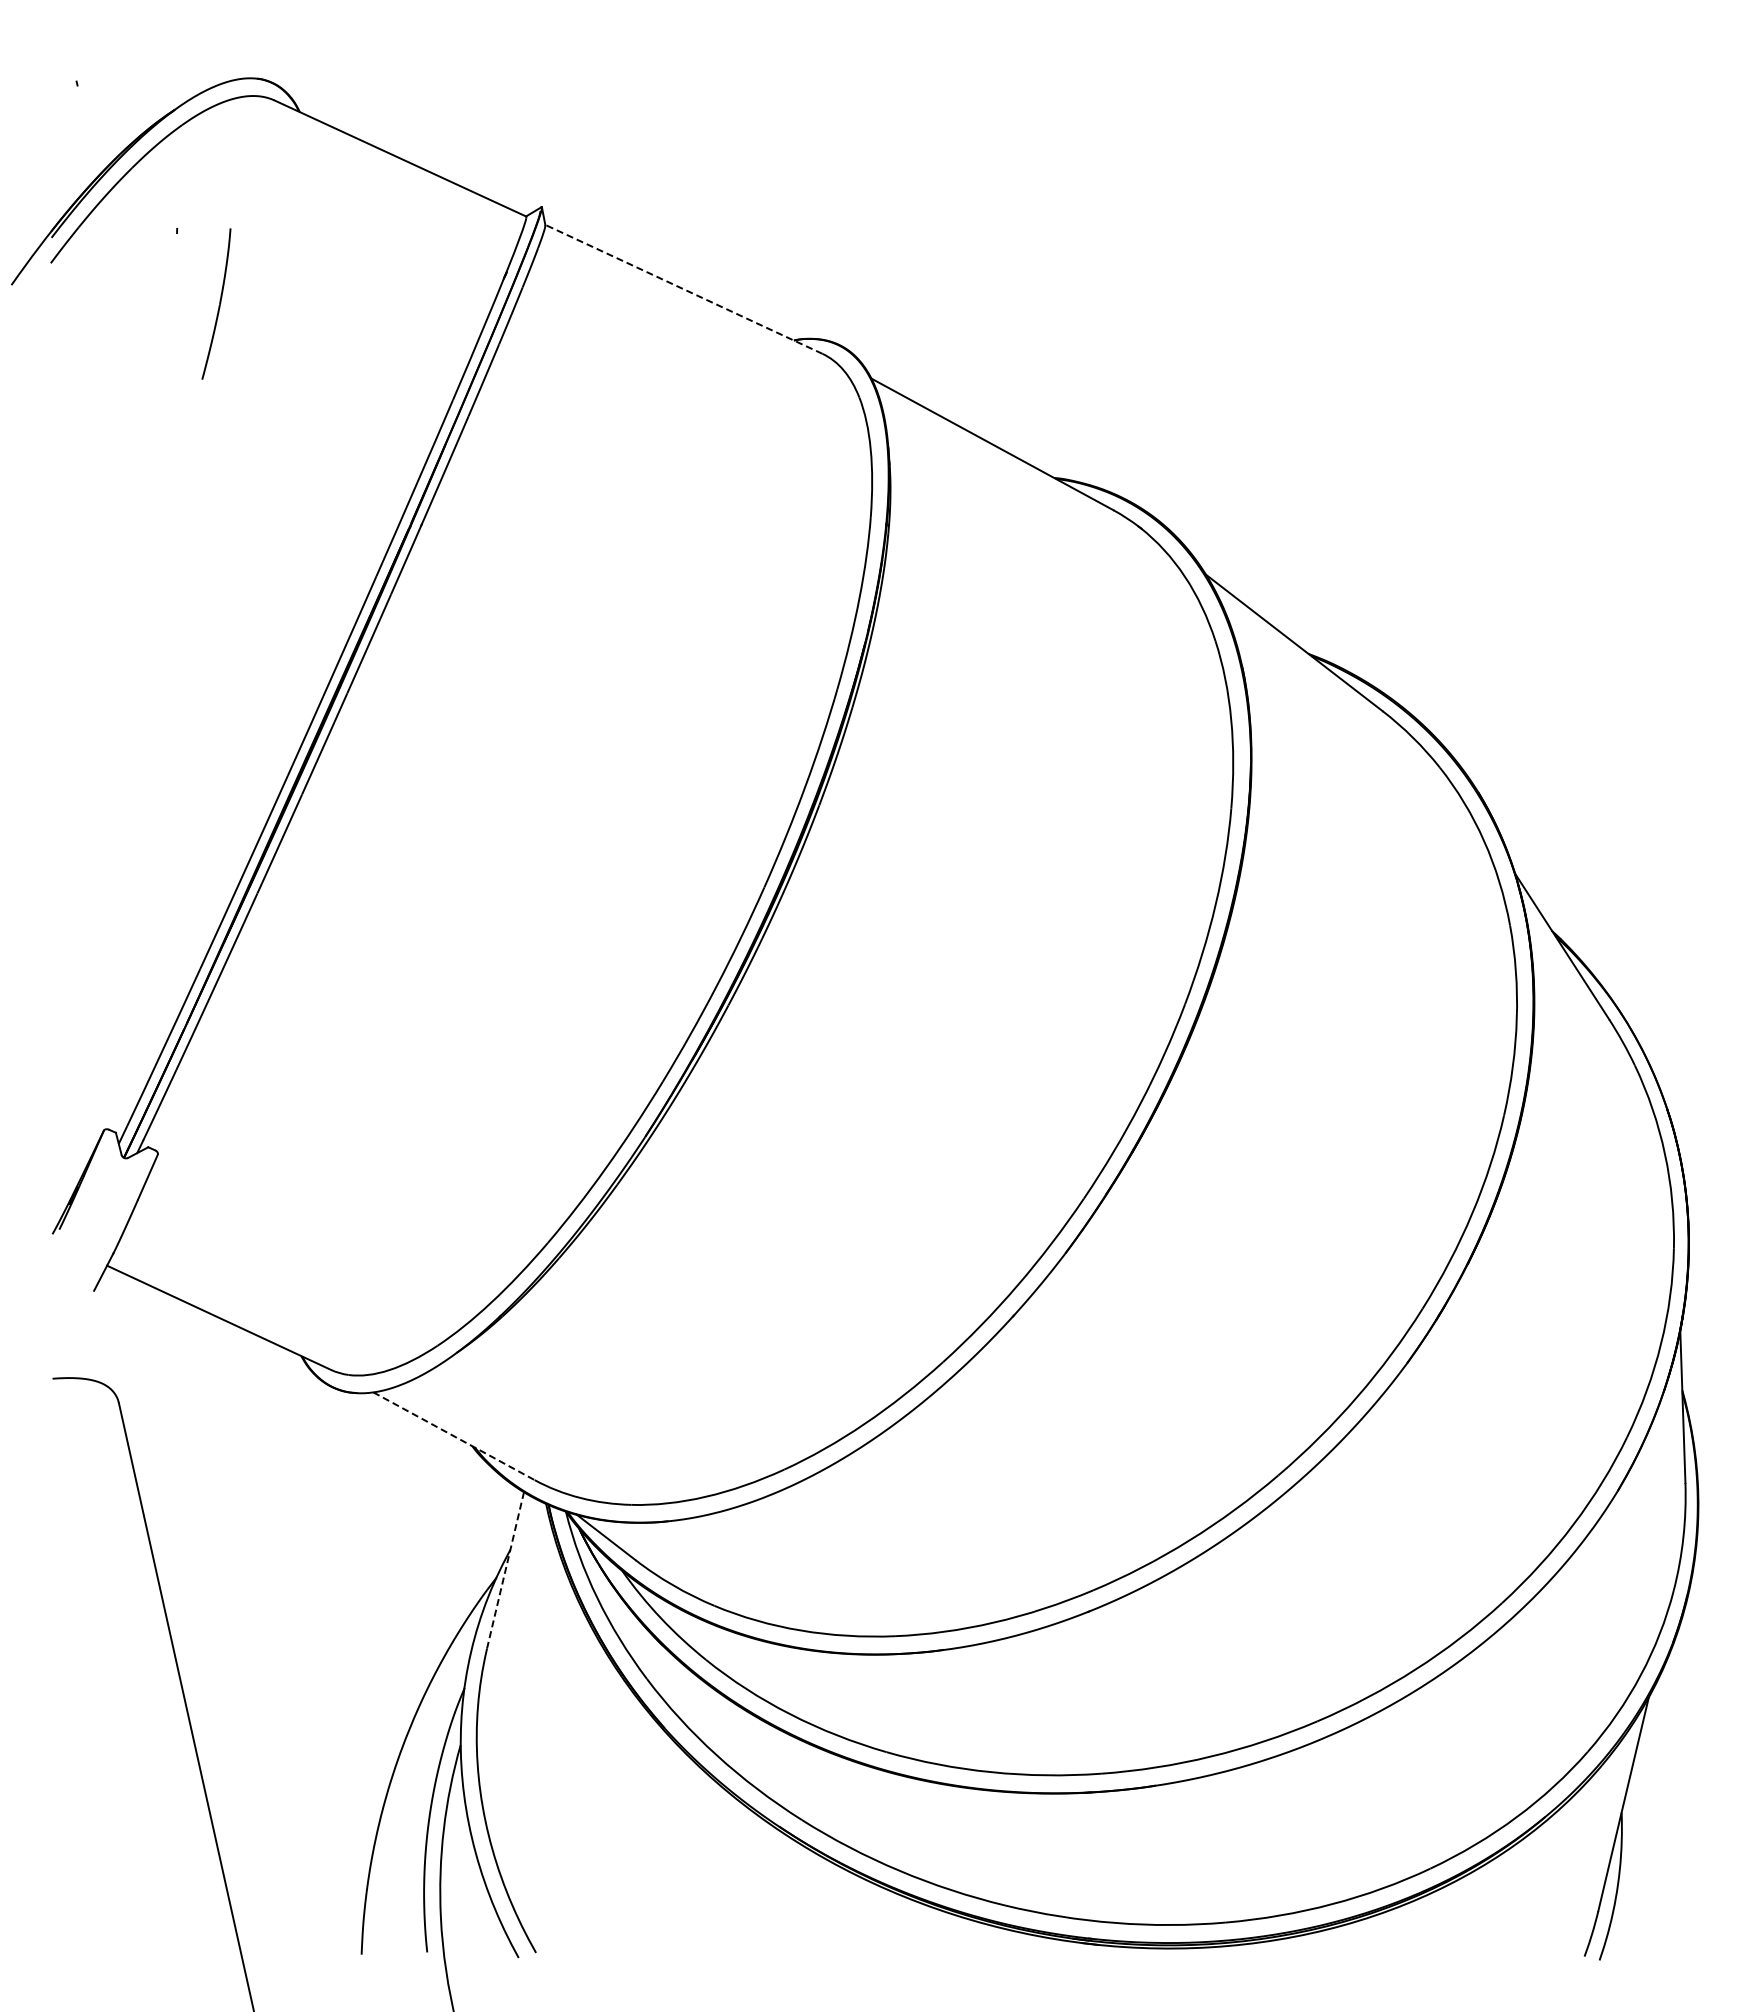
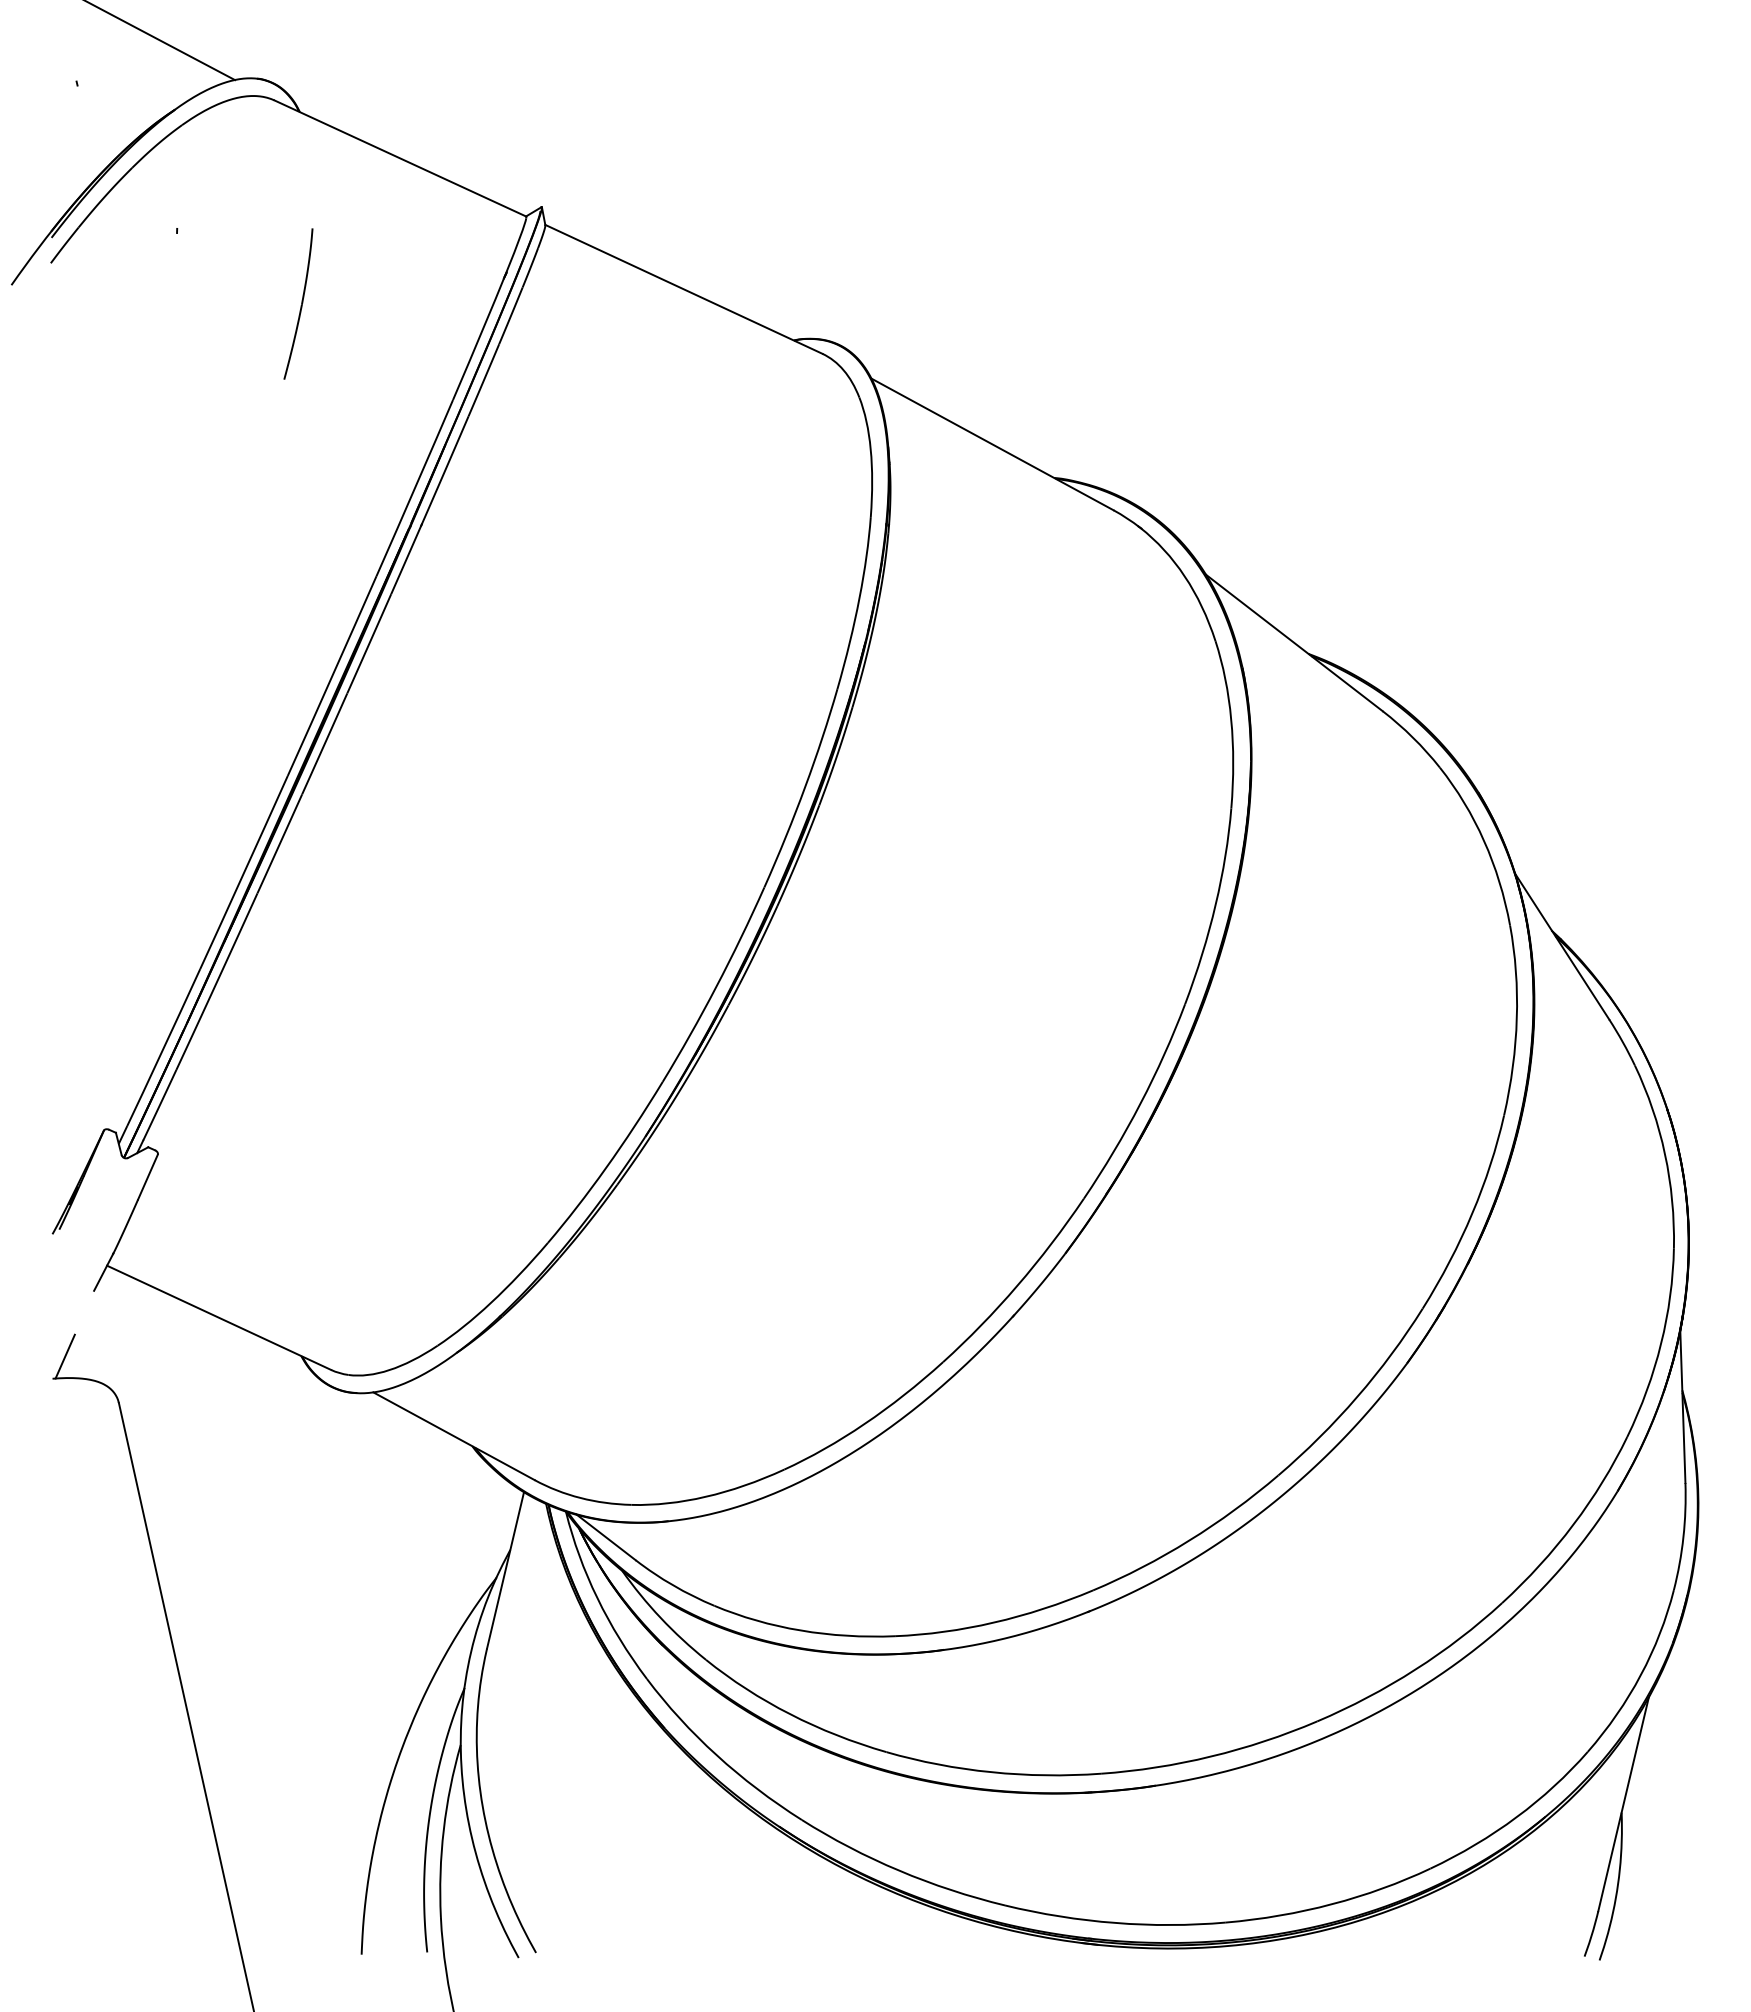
line at (161, 41): none -> present
line at (683, 289): dashed -> solid
part at (216, 303) position: (216, 303) -> (298, 303)
line at (64, 1356): none -> present
line at (454, 1436): dashed -> solid
line at (505, 1570): dashed -> solid
